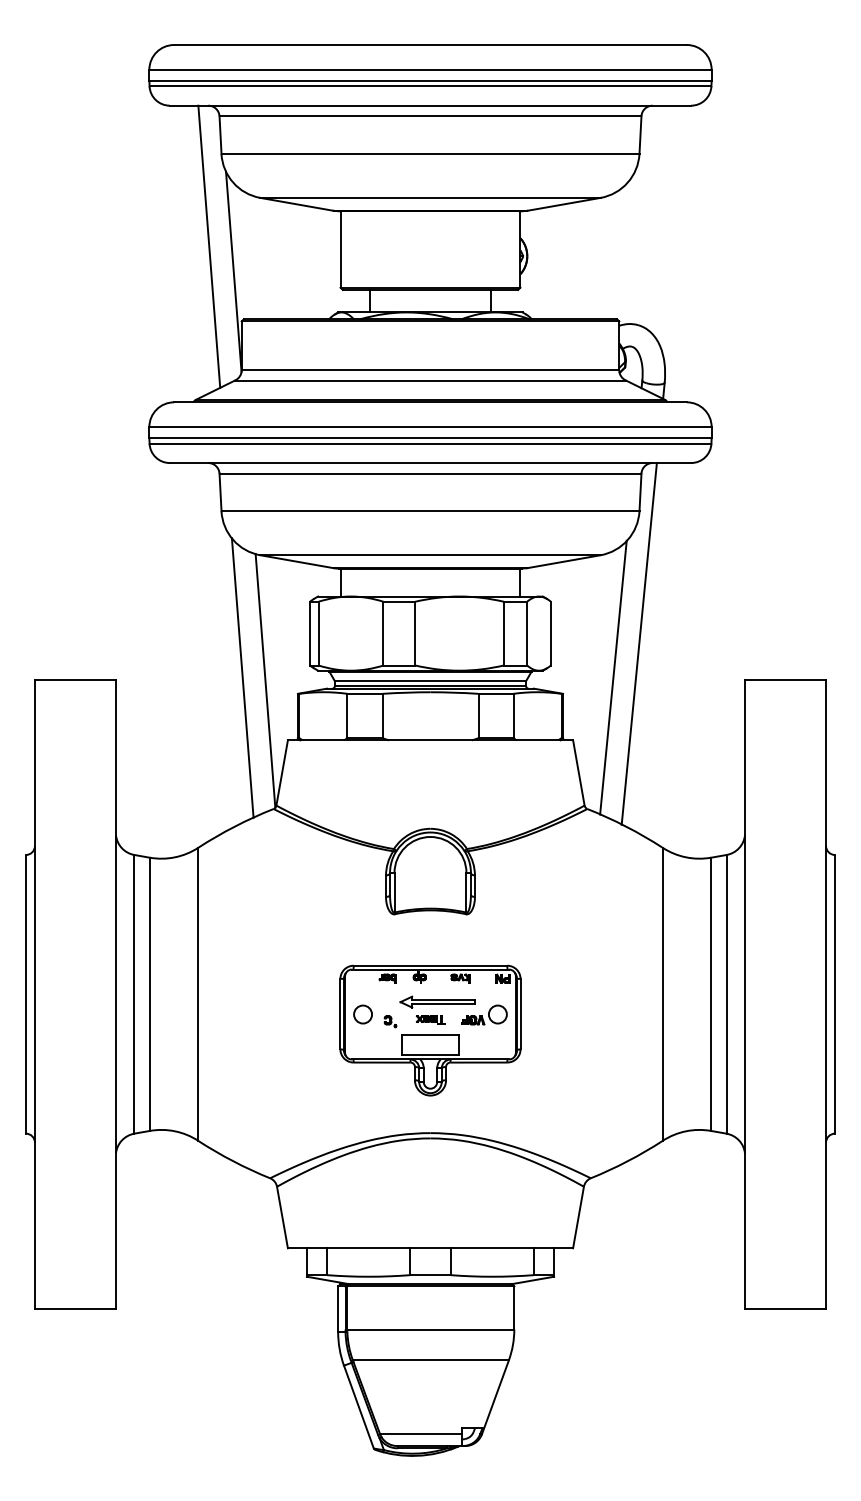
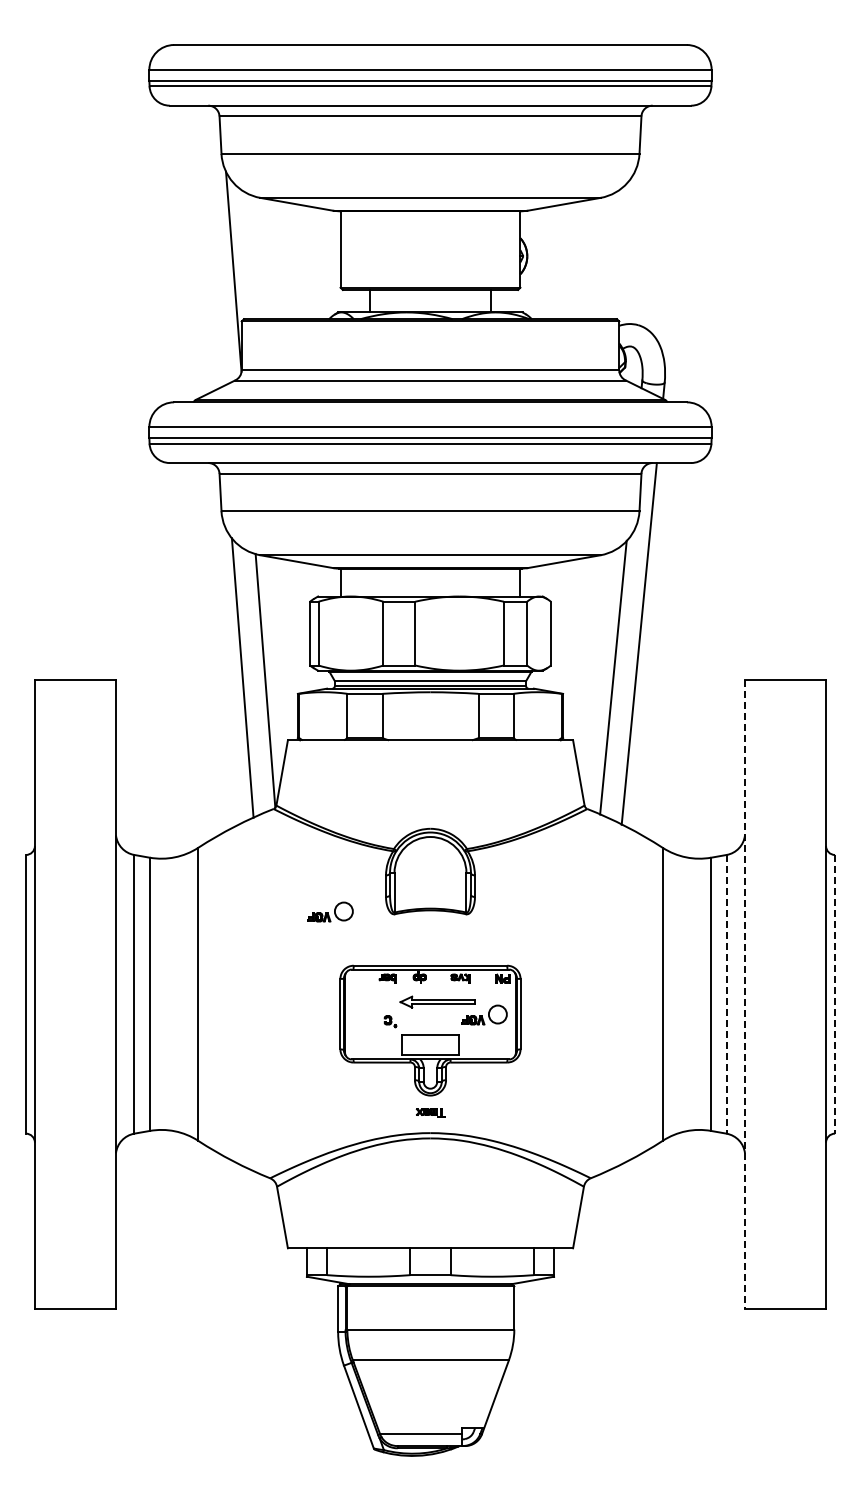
line at (209, 246): present -> none
part at (330, 911): none -> present
line at (726, 994): solid -> dashed
line at (745, 994): solid -> dashed
line at (835, 994): solid -> dashed
circle at (362, 1014): present -> none
part at (430, 1019) position: (430, 1019) -> (430, 1112)
